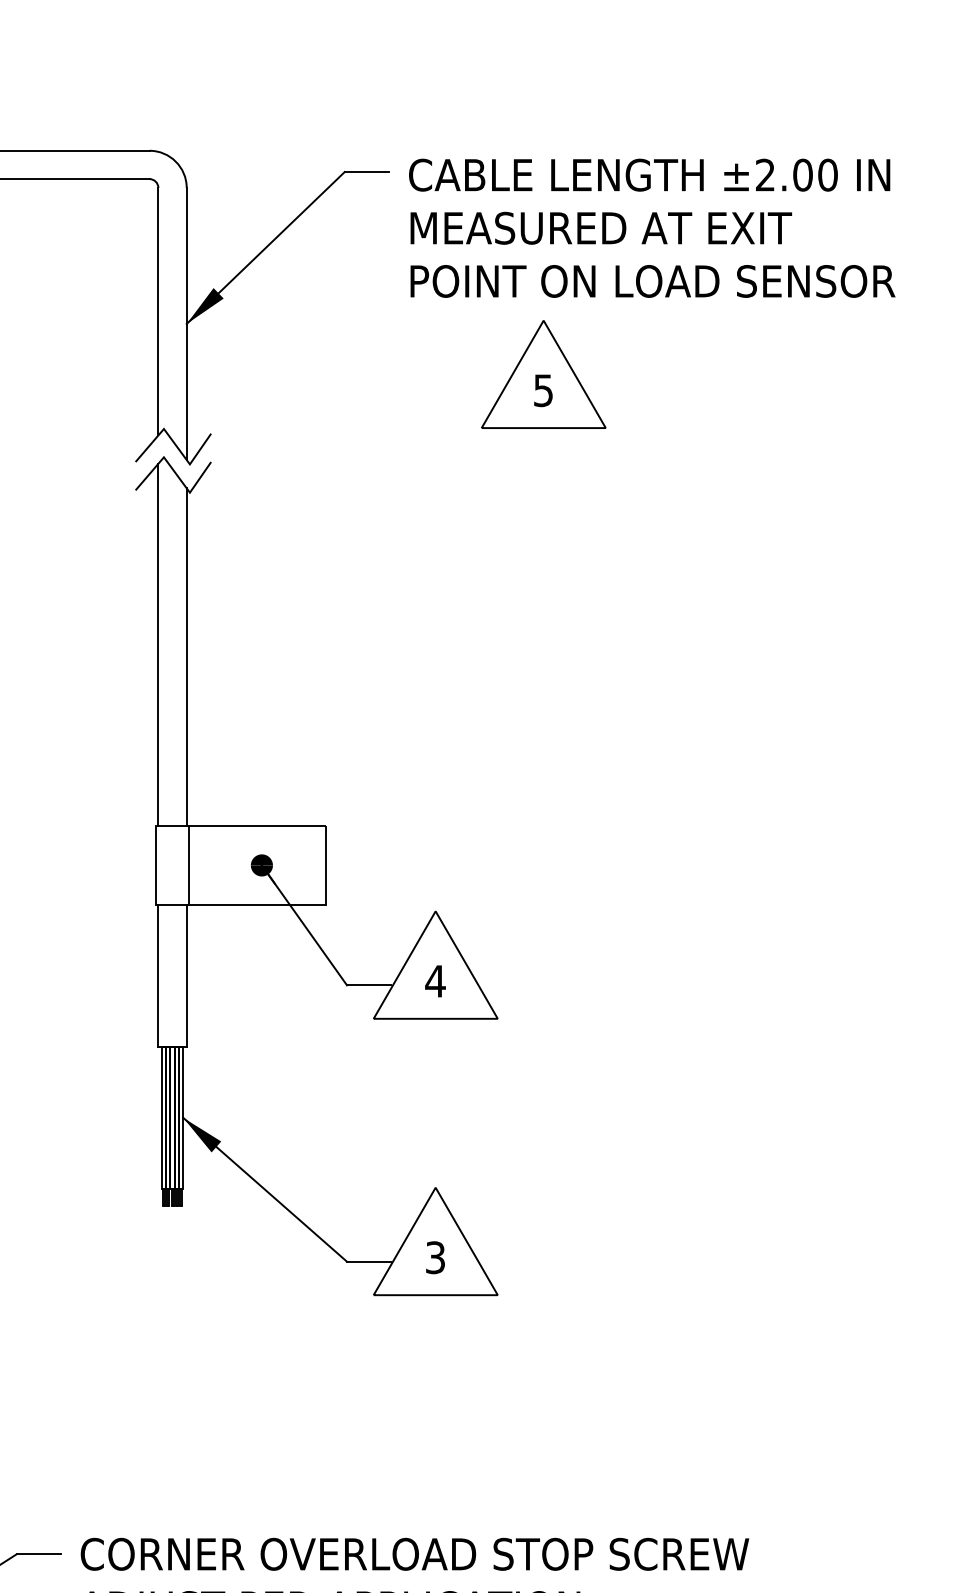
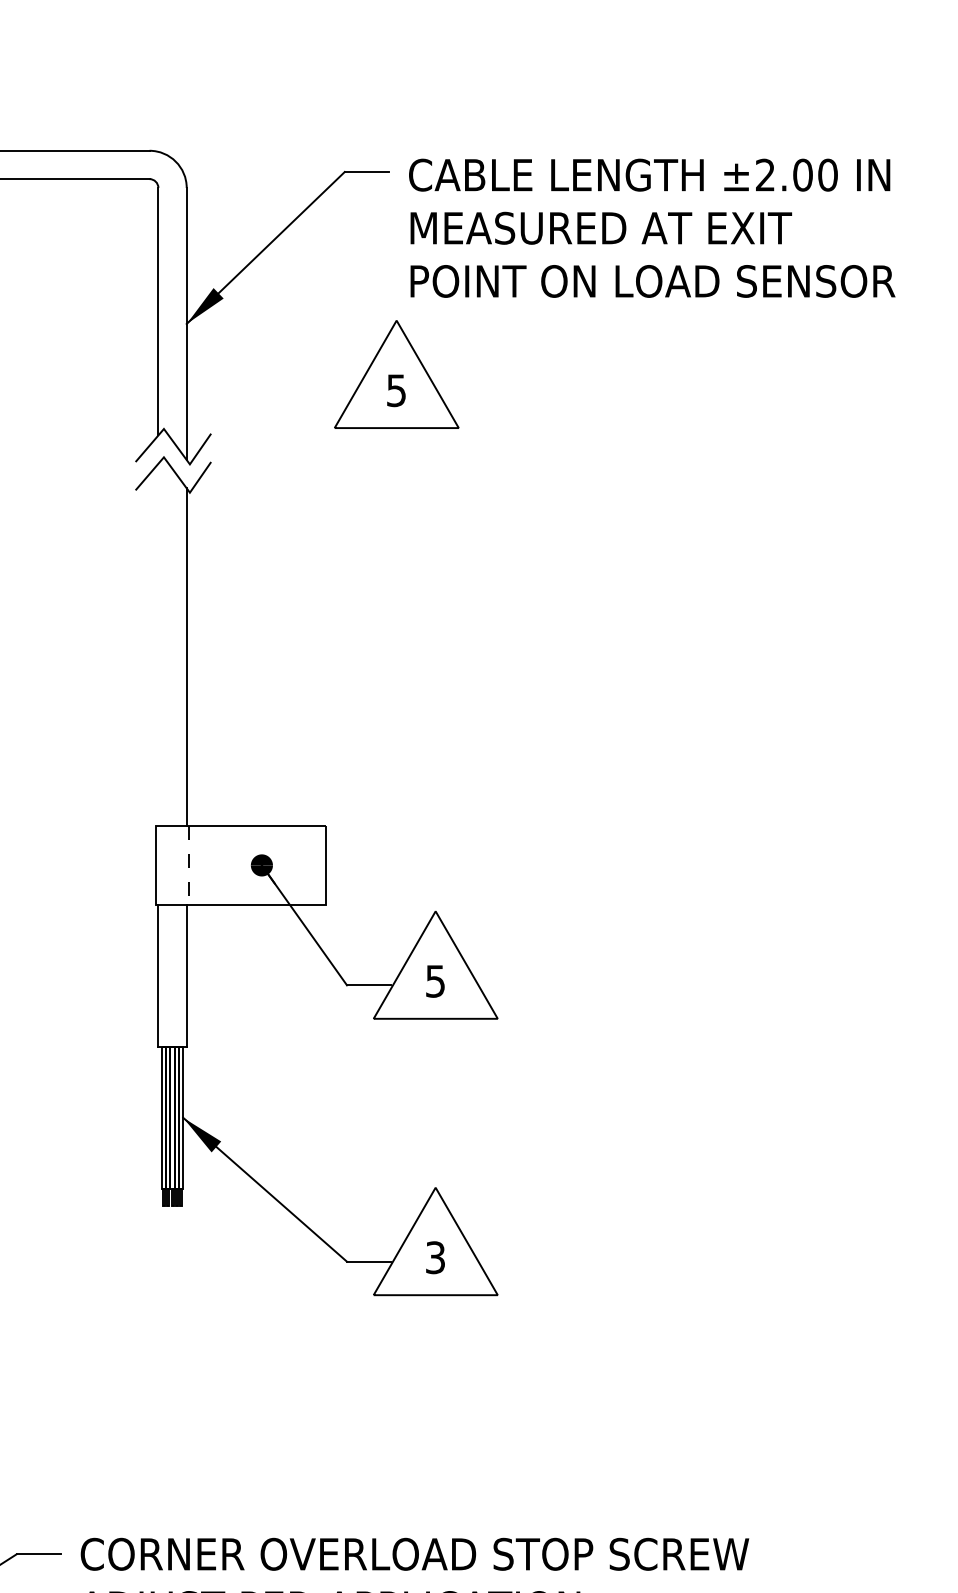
part at (543, 374) position: (543, 374) -> (396, 374)
line at (158, 644): present -> none
line at (188, 865): solid -> dashed
text at (435, 981): 4 -> 5
